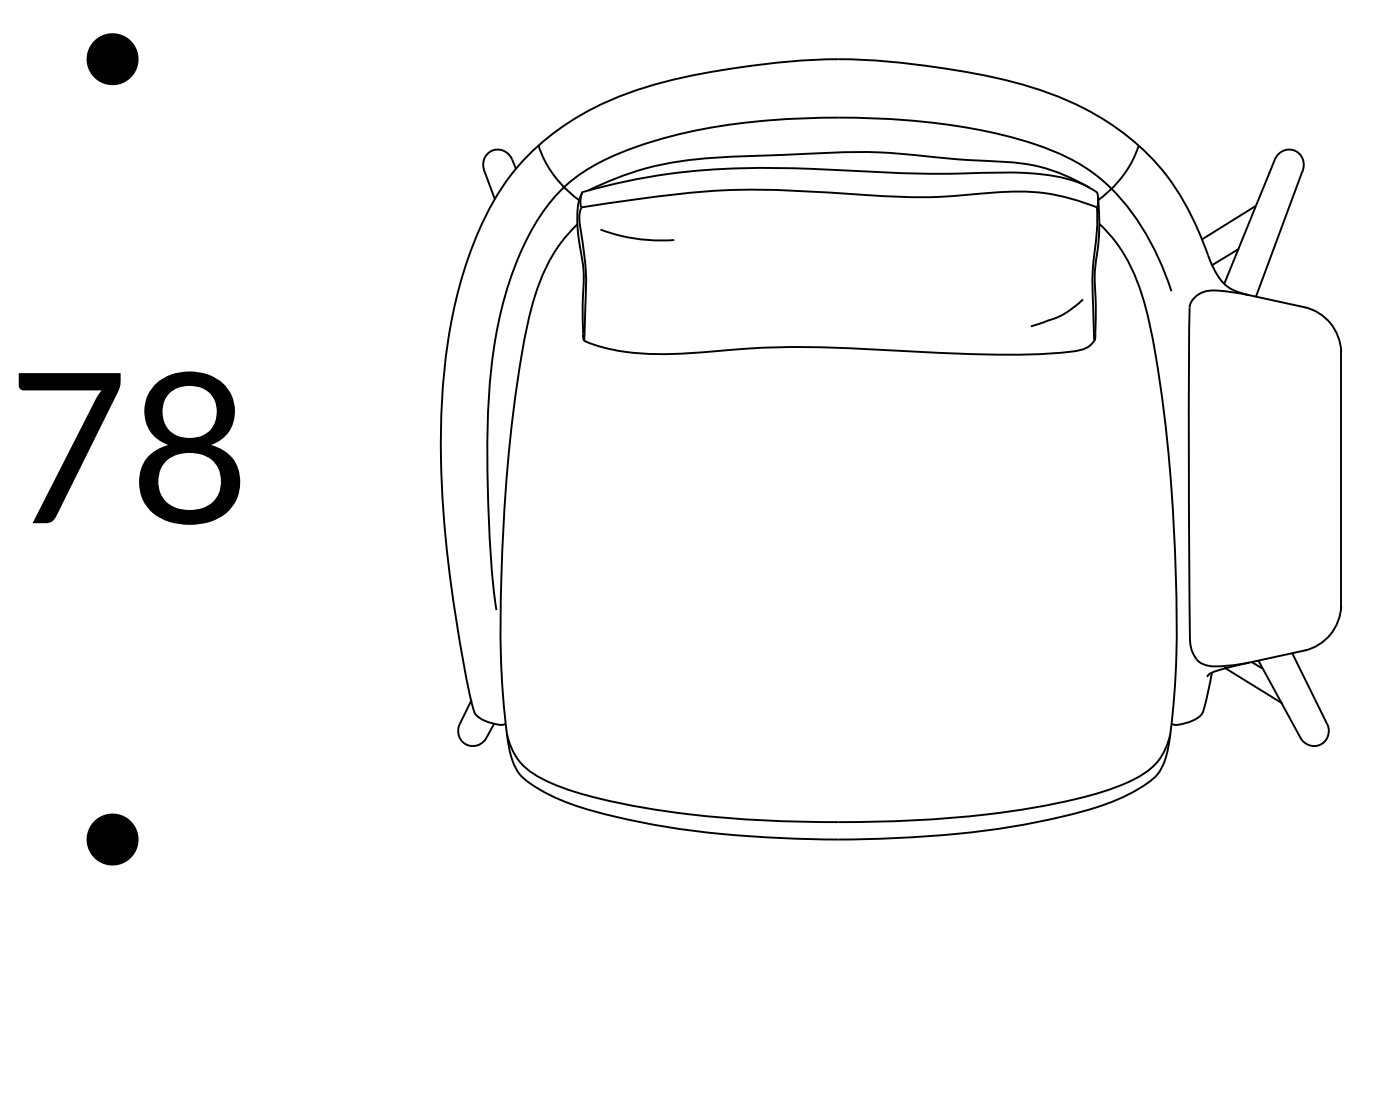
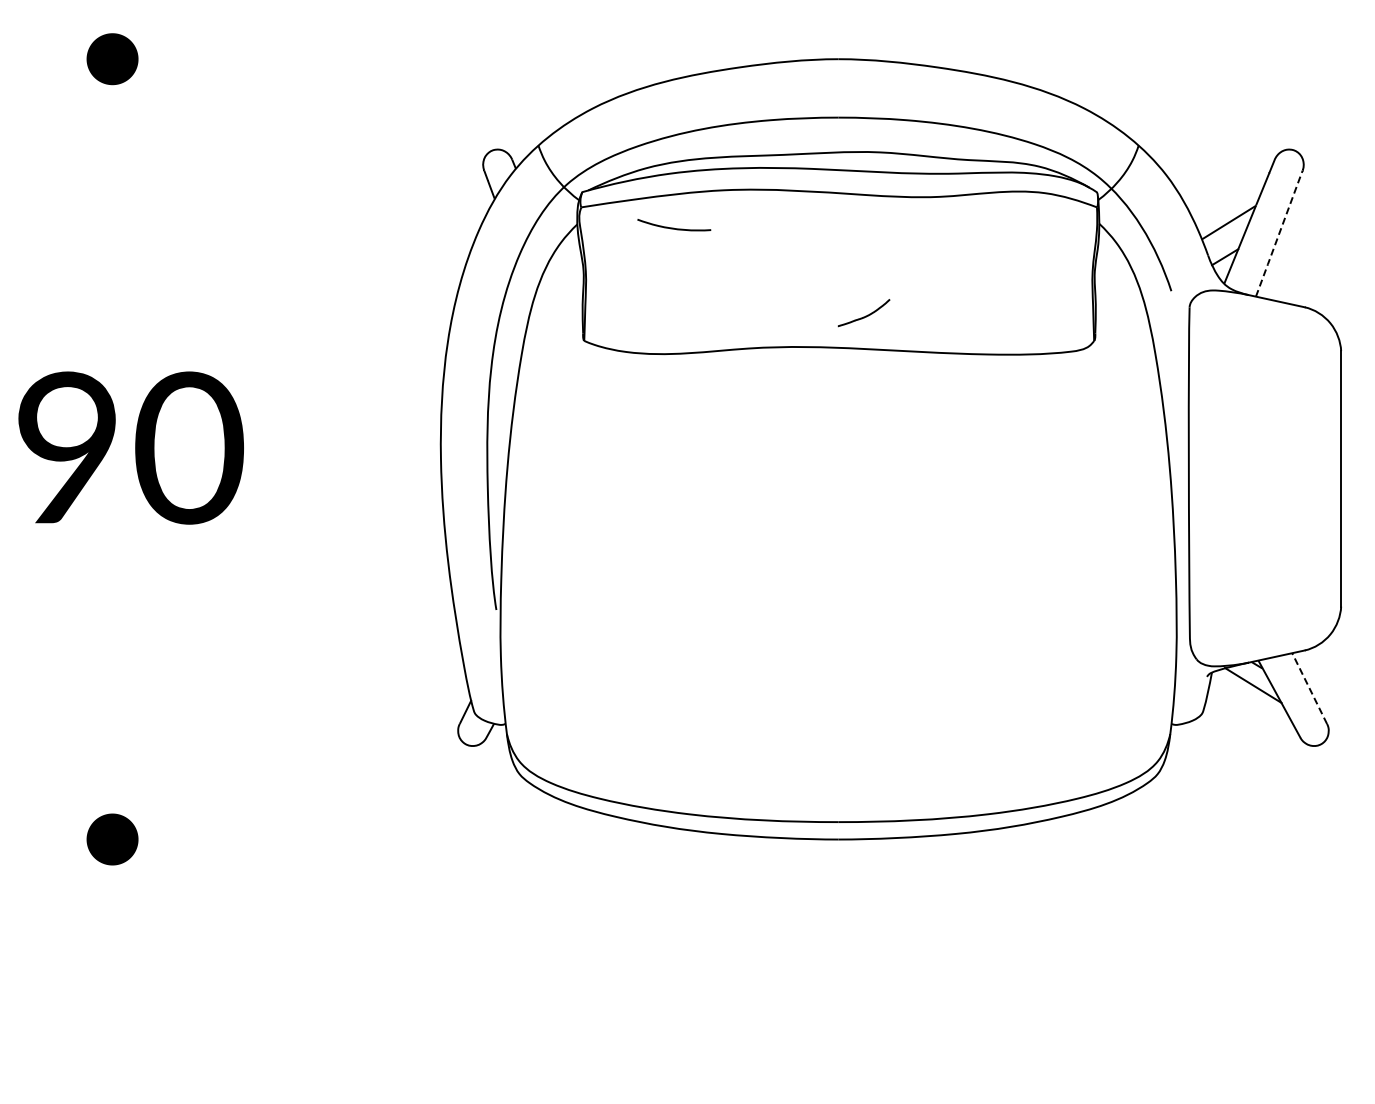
line at (1279, 234): solid -> dashed
curve at (636, 237) position: (636, 237) -> (673, 227)
curve at (1058, 315) position: (1058, 315) -> (865, 315)
text at (130, 447): 78 -> 90
line at (1309, 688): solid -> dashed
